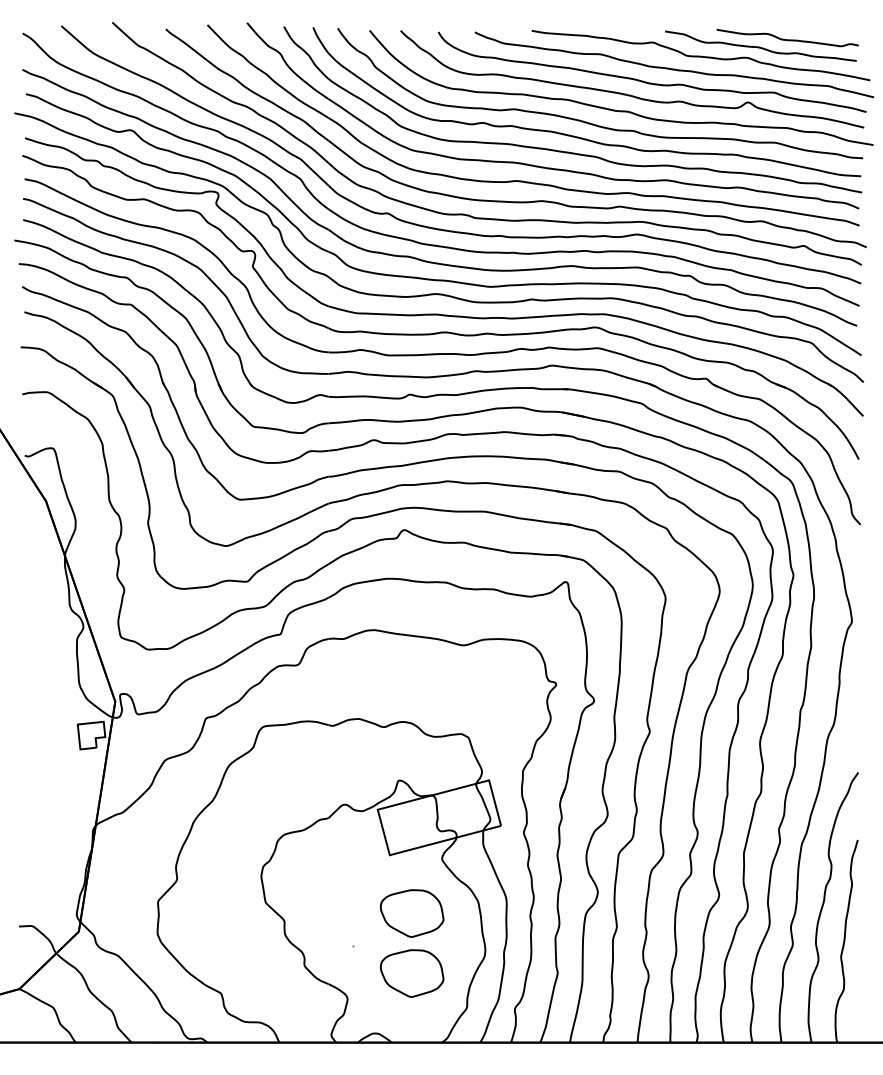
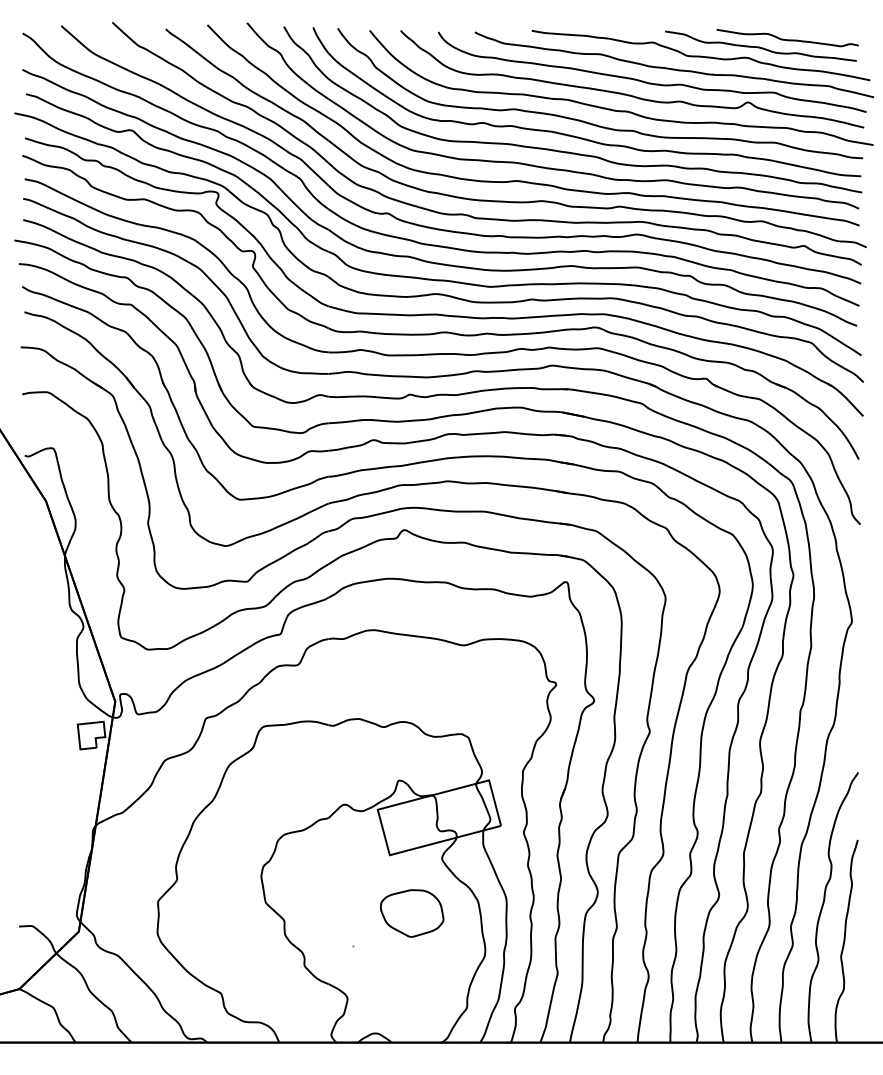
part at (412, 973): present -> none
